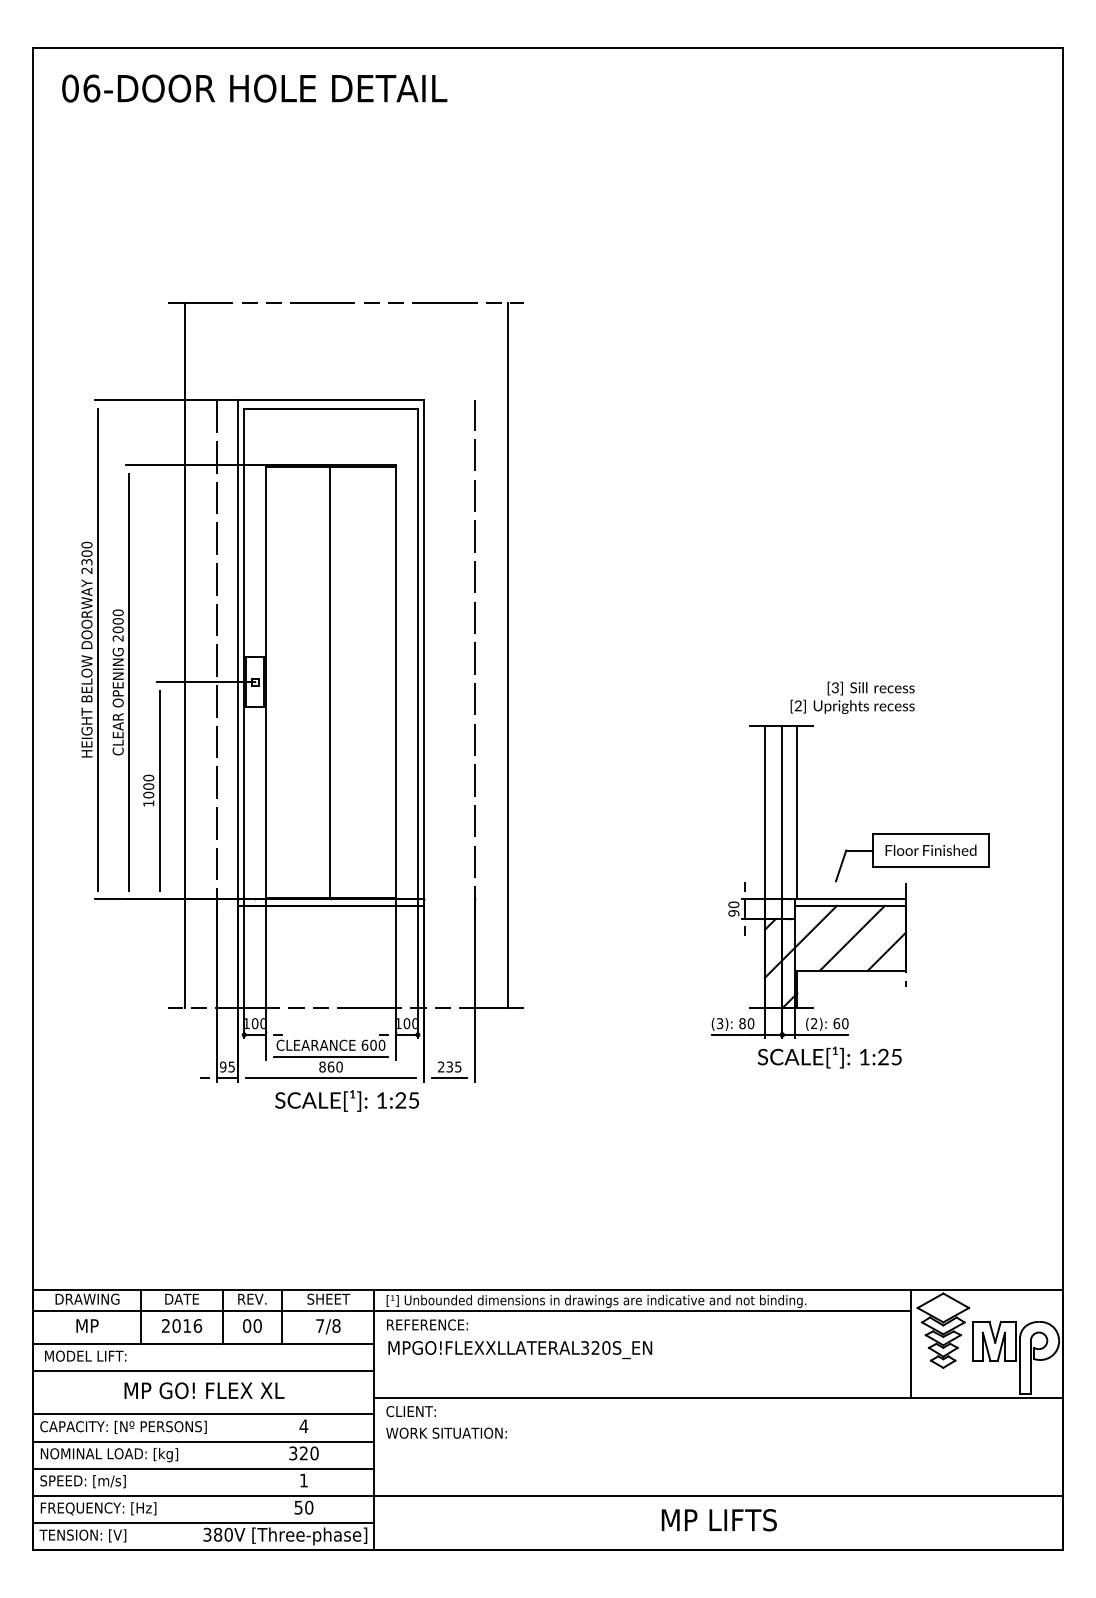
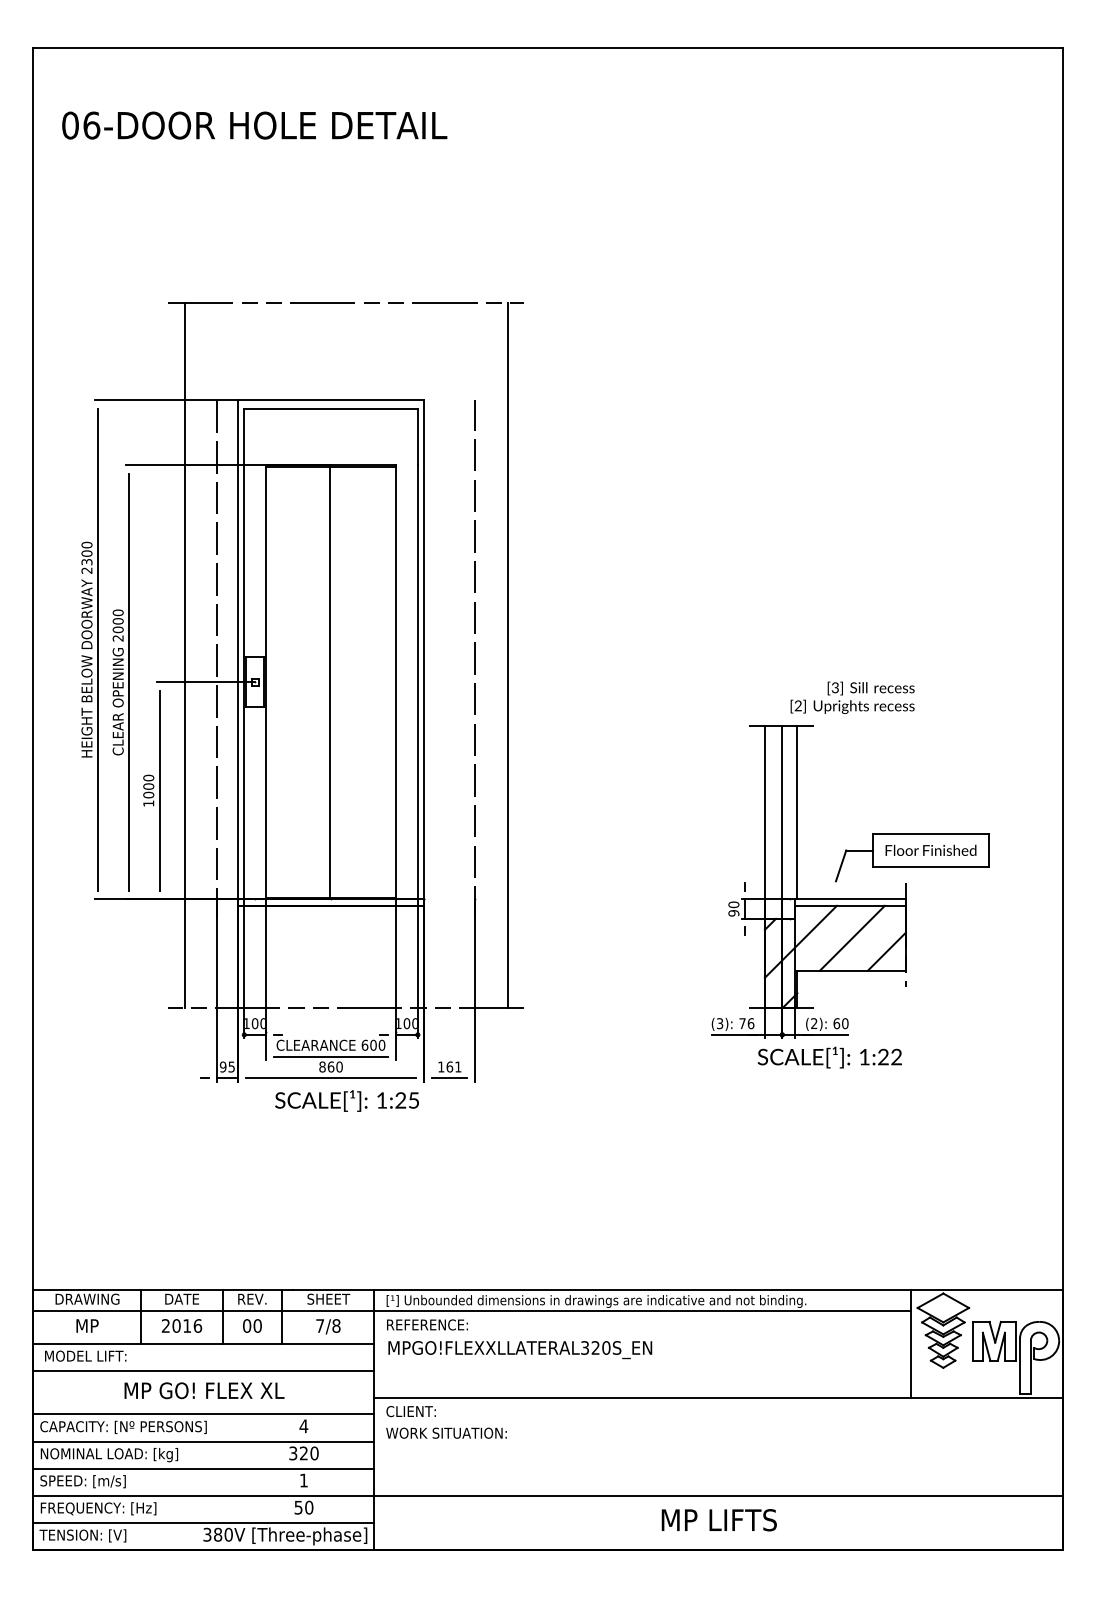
text at (254, 88) position: (254, 88) -> (254, 125)
text at (746, 1023): 80 -> 76
text at (896, 1056): 1:25 -> 1:22
text at (449, 1066): 235 -> 161
